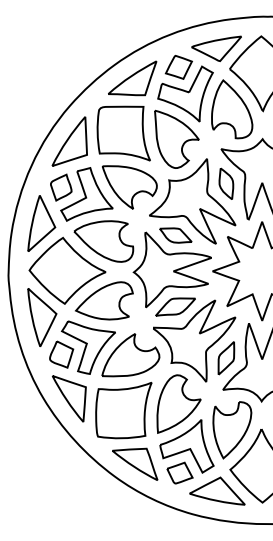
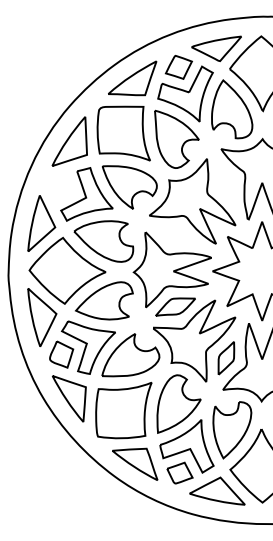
part at (226, 183): present -> none
part at (61, 187): present -> none
part at (175, 235): present -> none
